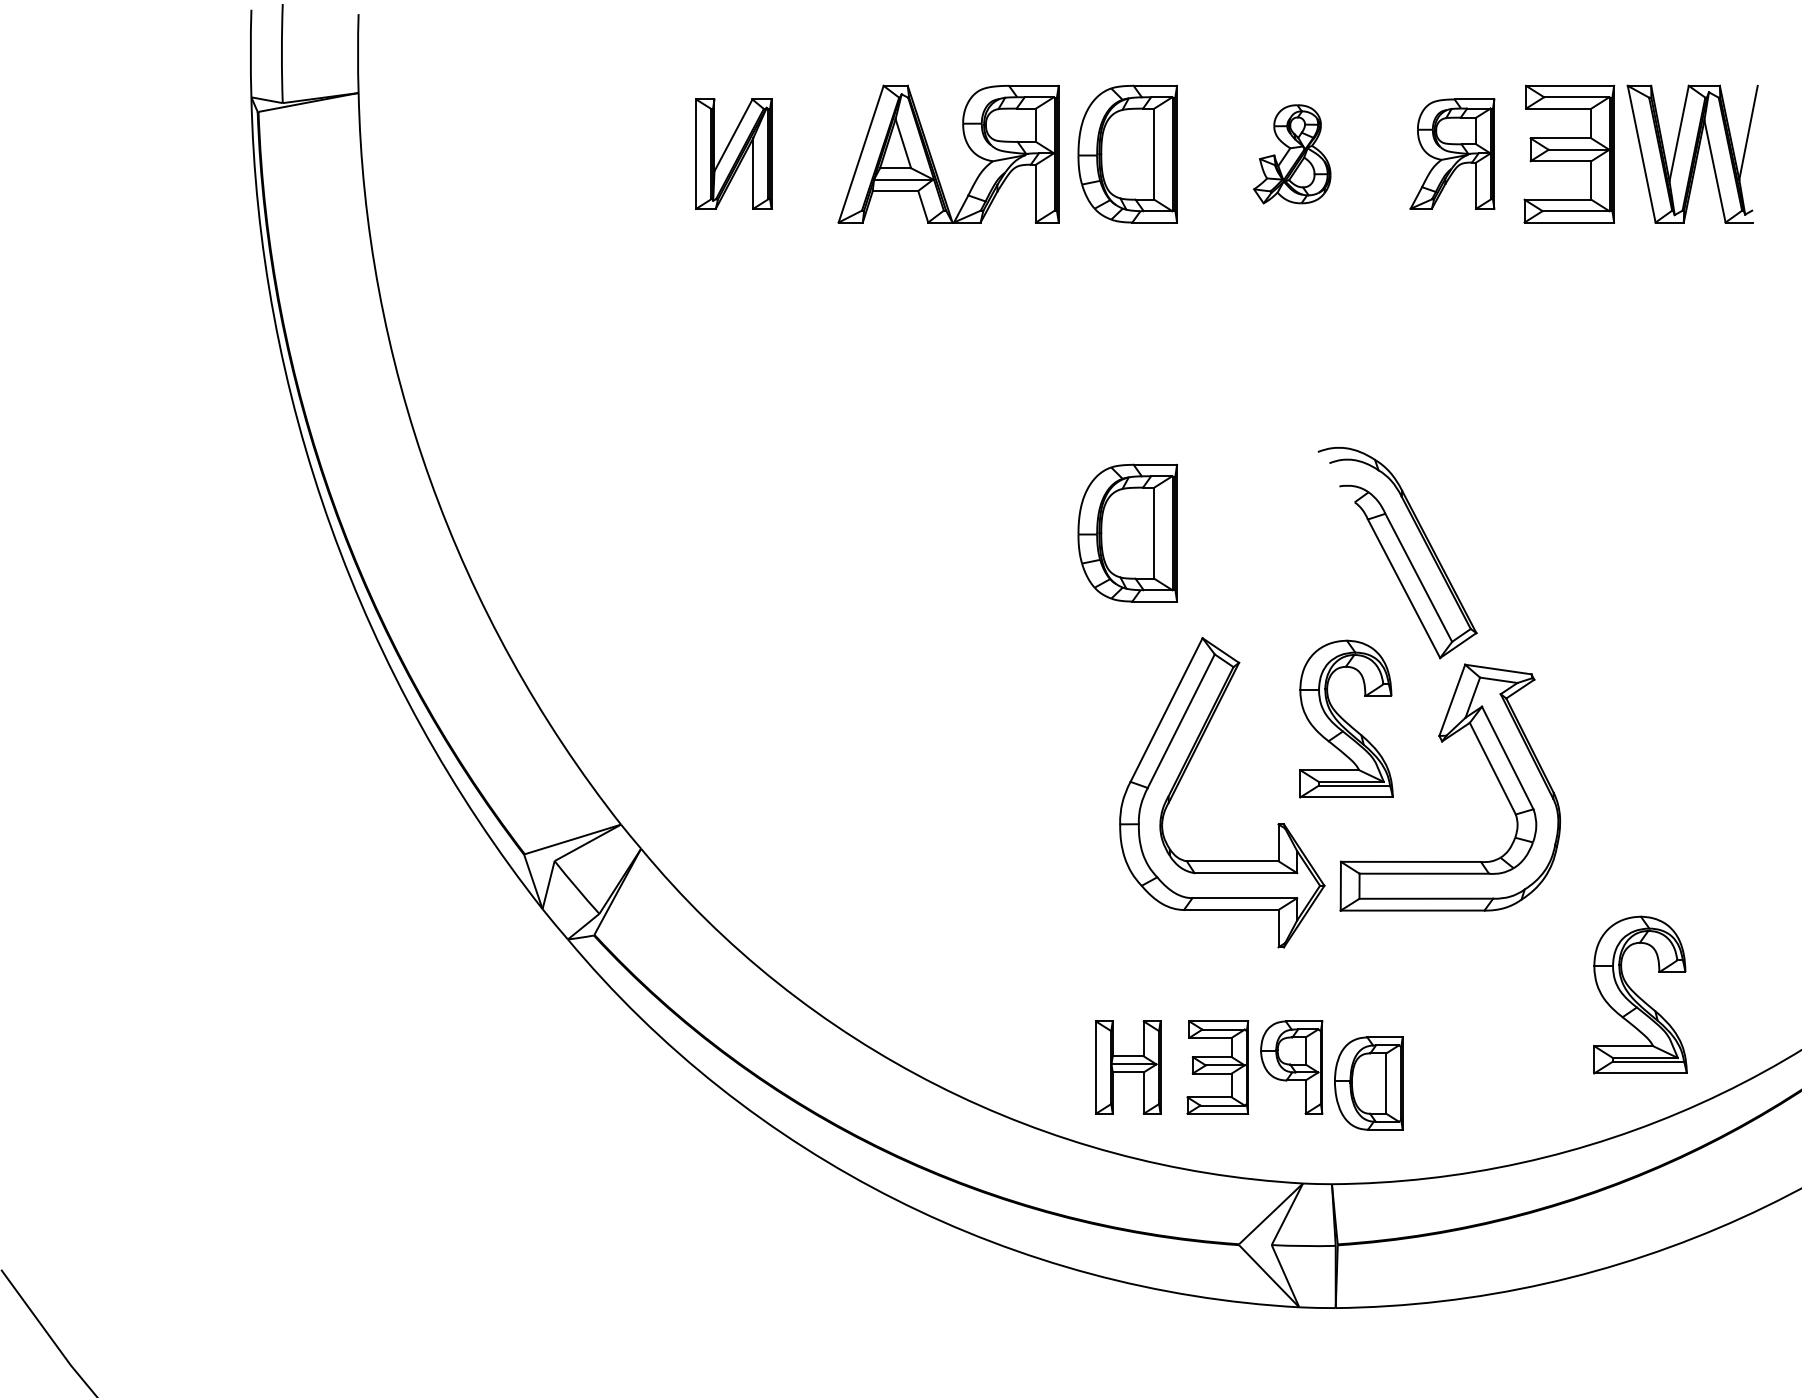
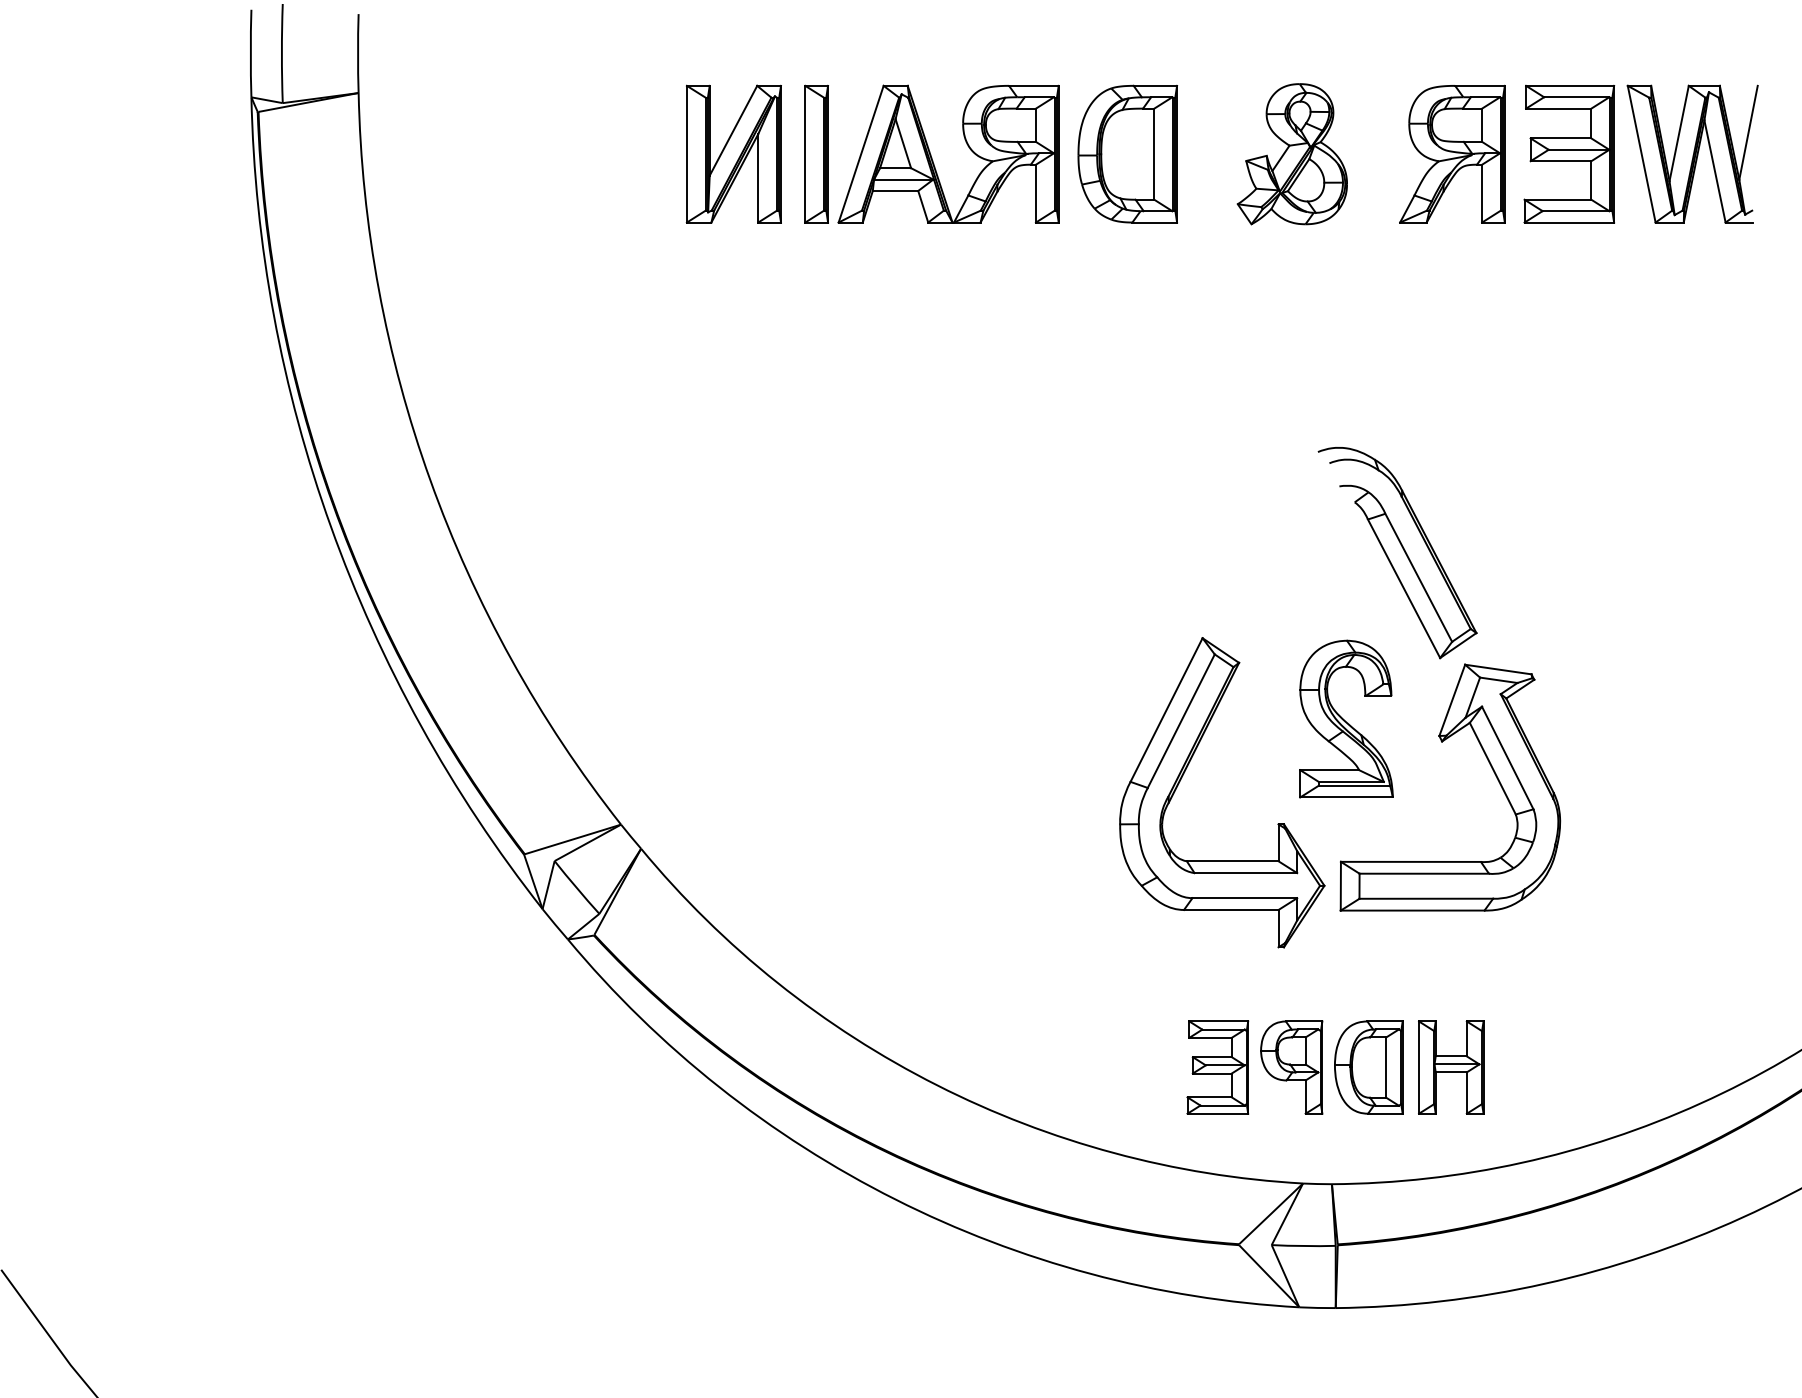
part at (733, 153) size: 78x112 px -> 97x140 px
part at (816, 153): none -> present
part at (1452, 153) size: 87x112 px -> 107x140 px
part at (1292, 154) size: 79x101 px -> 112x143 px
part at (1127, 532): present -> none
part at (1640, 994): present -> none
part at (1128, 1067) position: (1128, 1067) -> (1451, 1067)
part at (1368, 1083) position: (1368, 1083) -> (1368, 1067)
